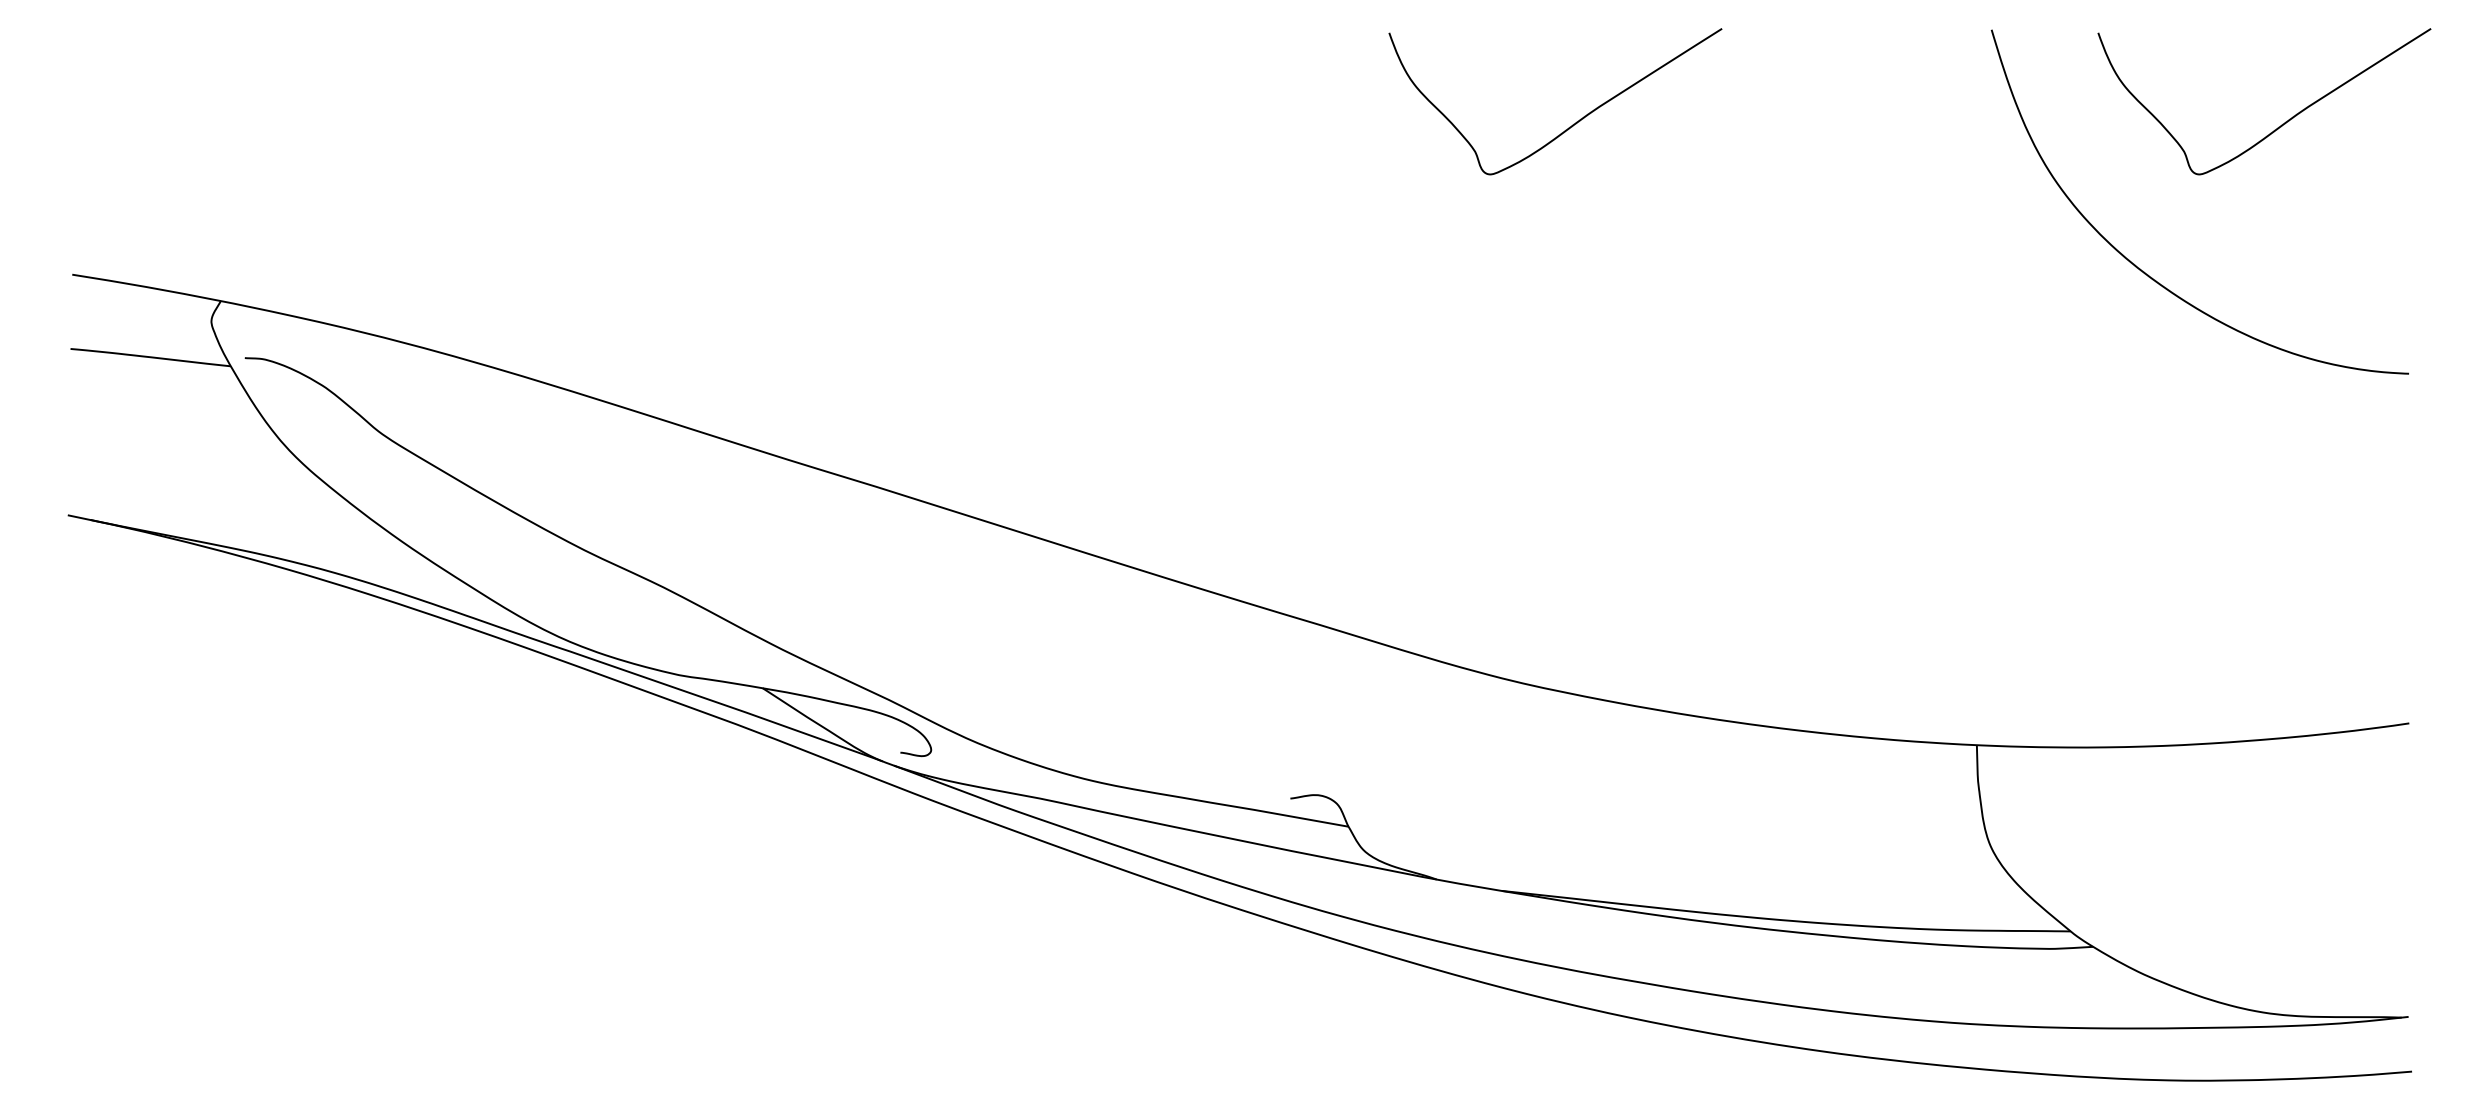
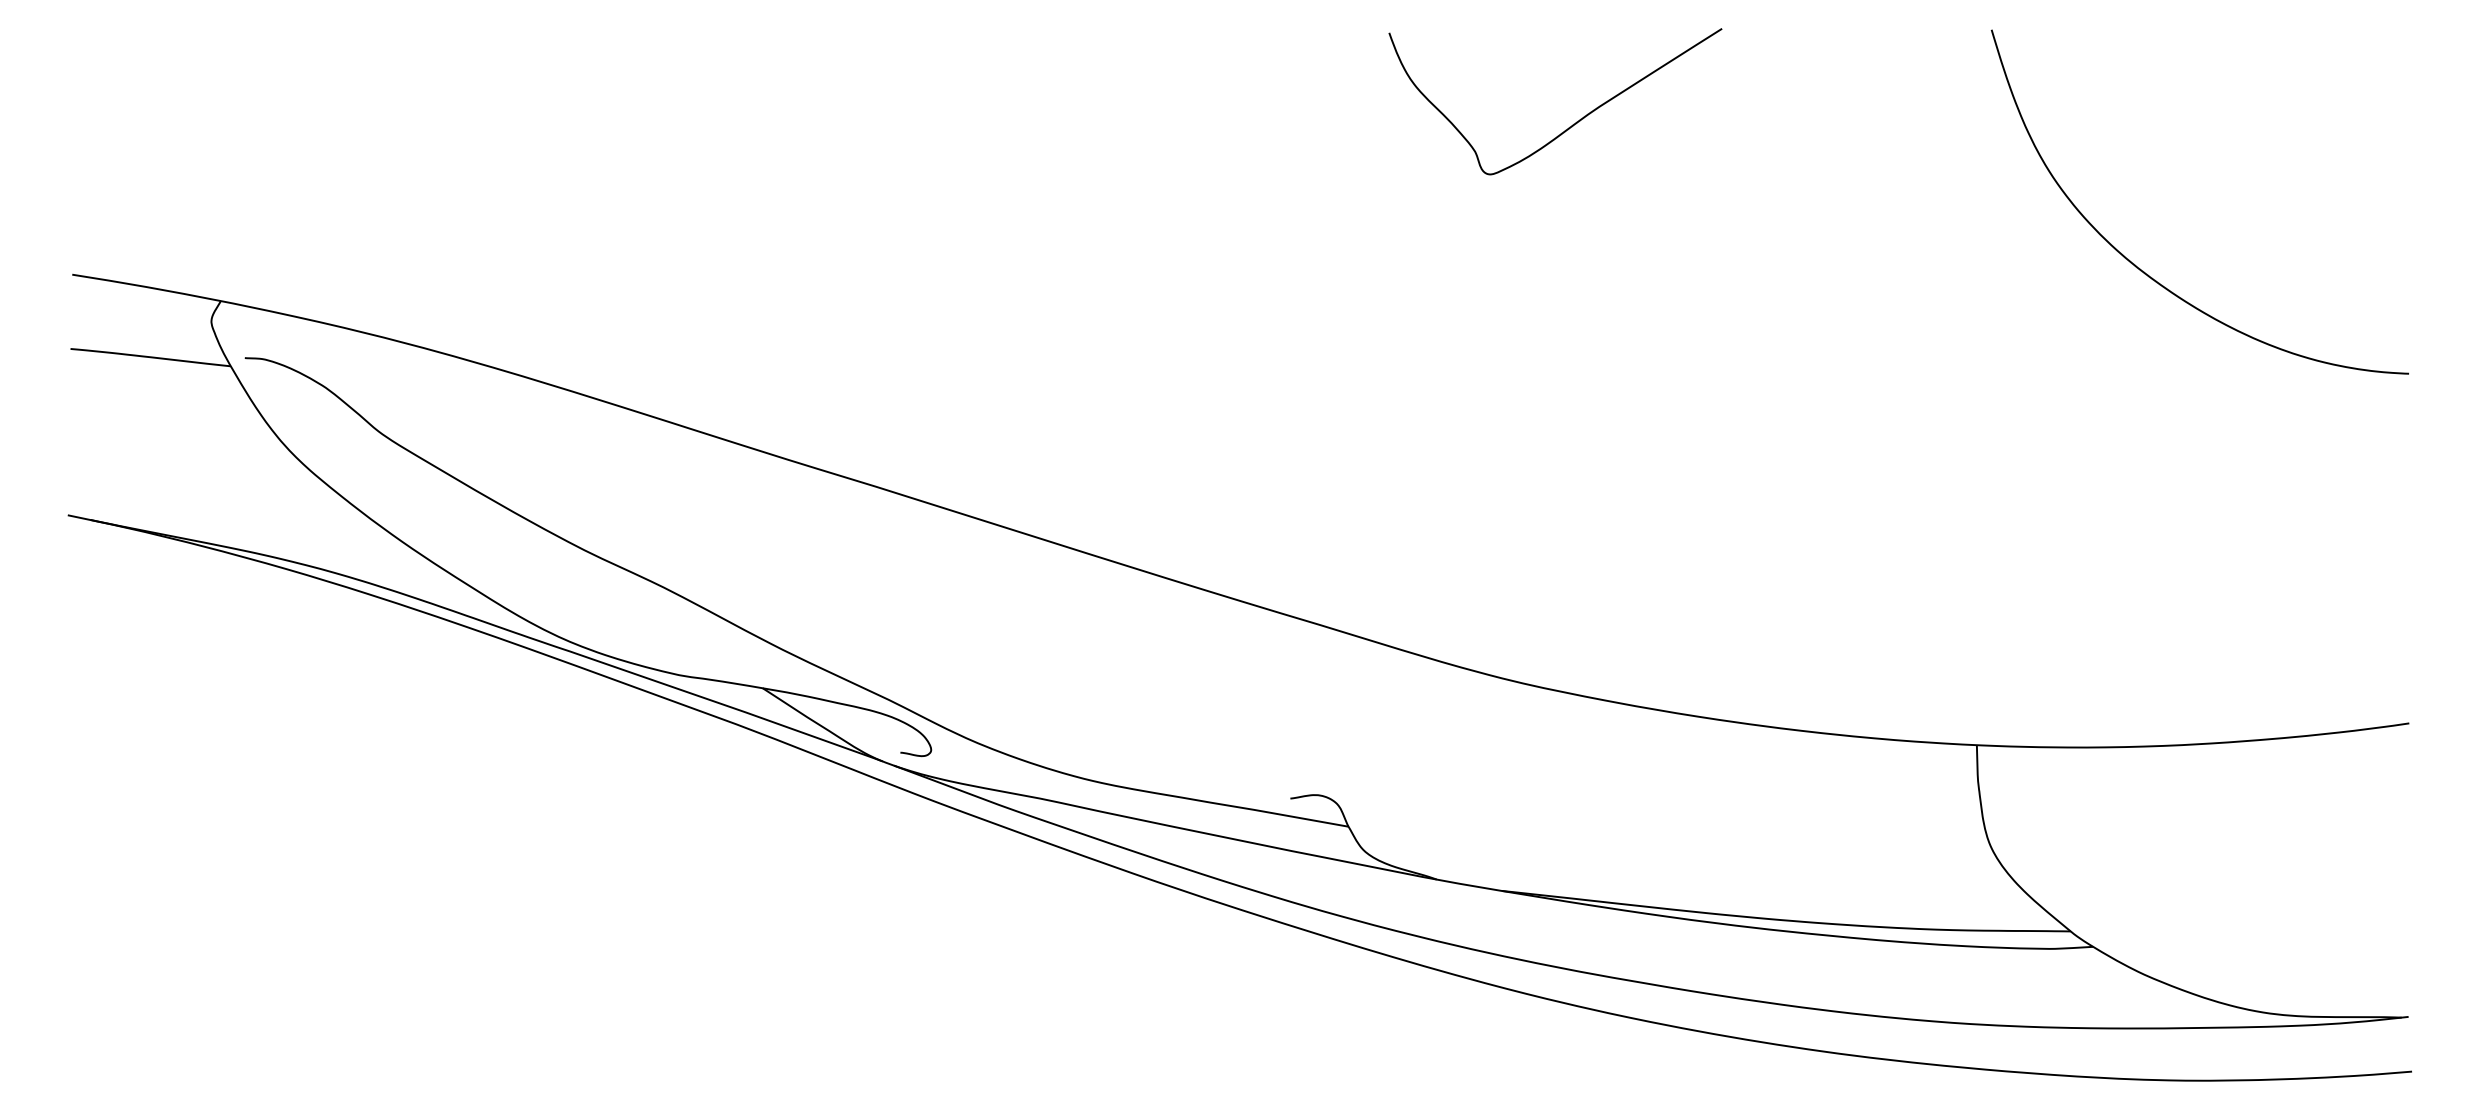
curve at (2281, 124): present -> none
